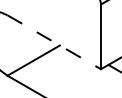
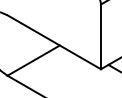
line at (54, 42): dashed -> solid
